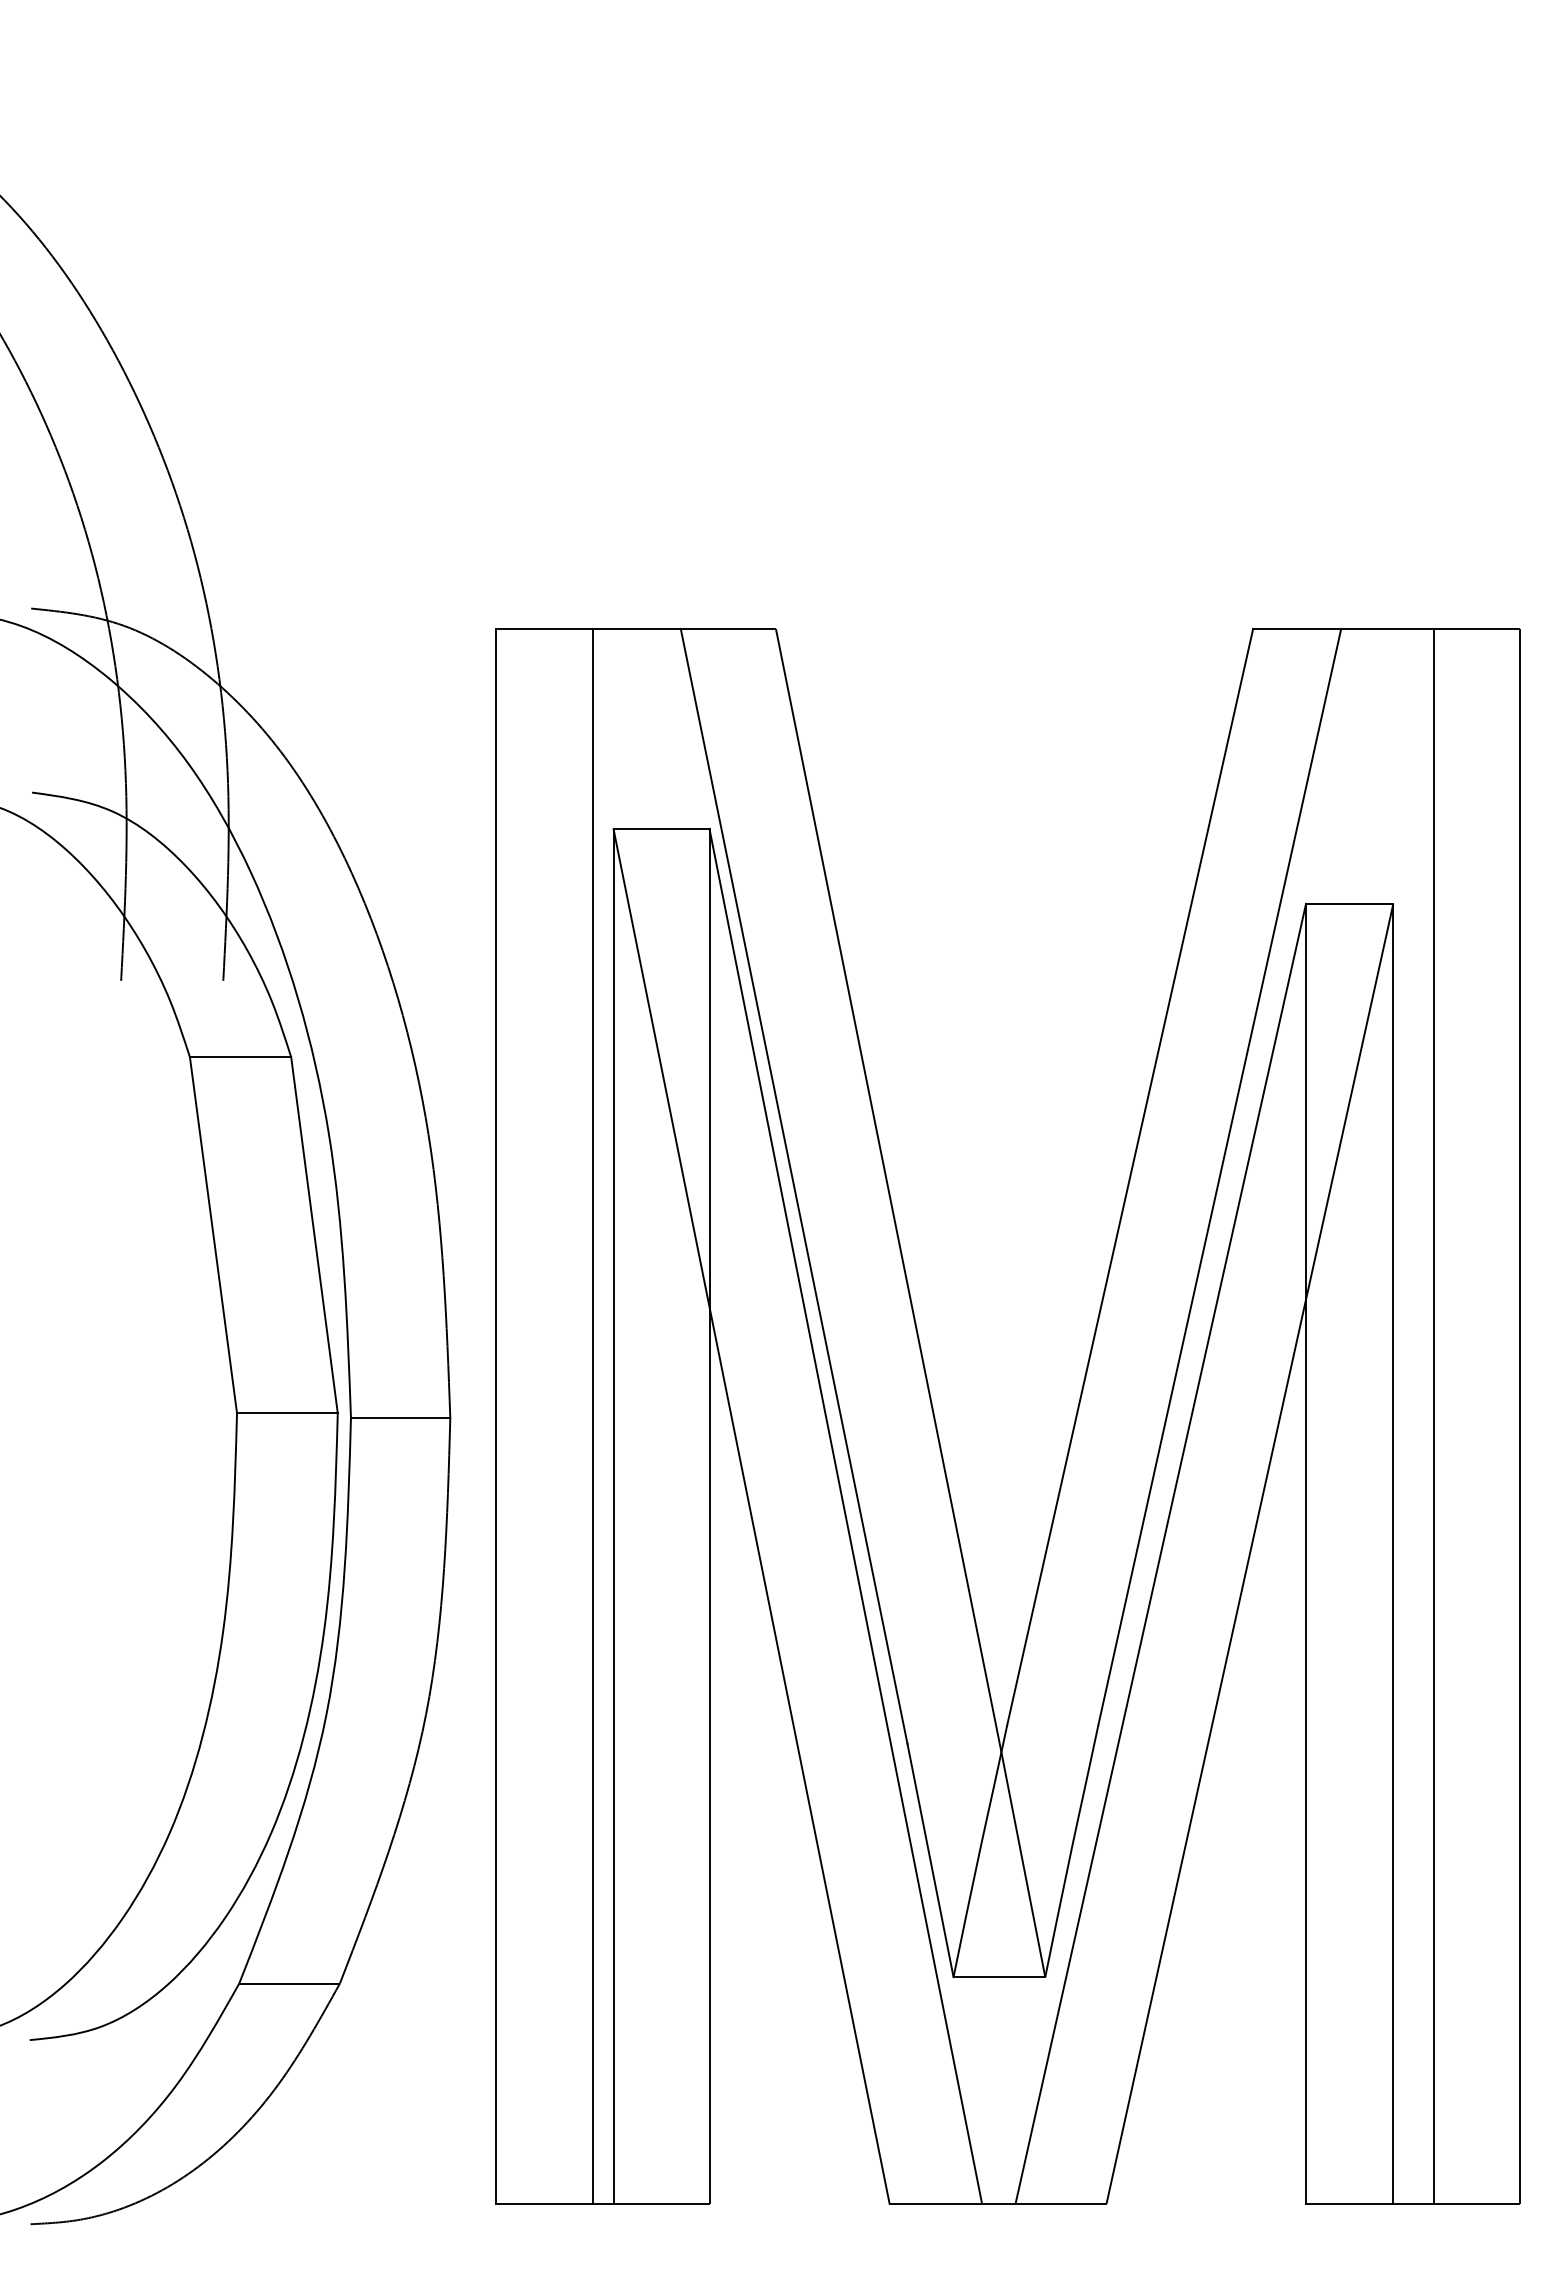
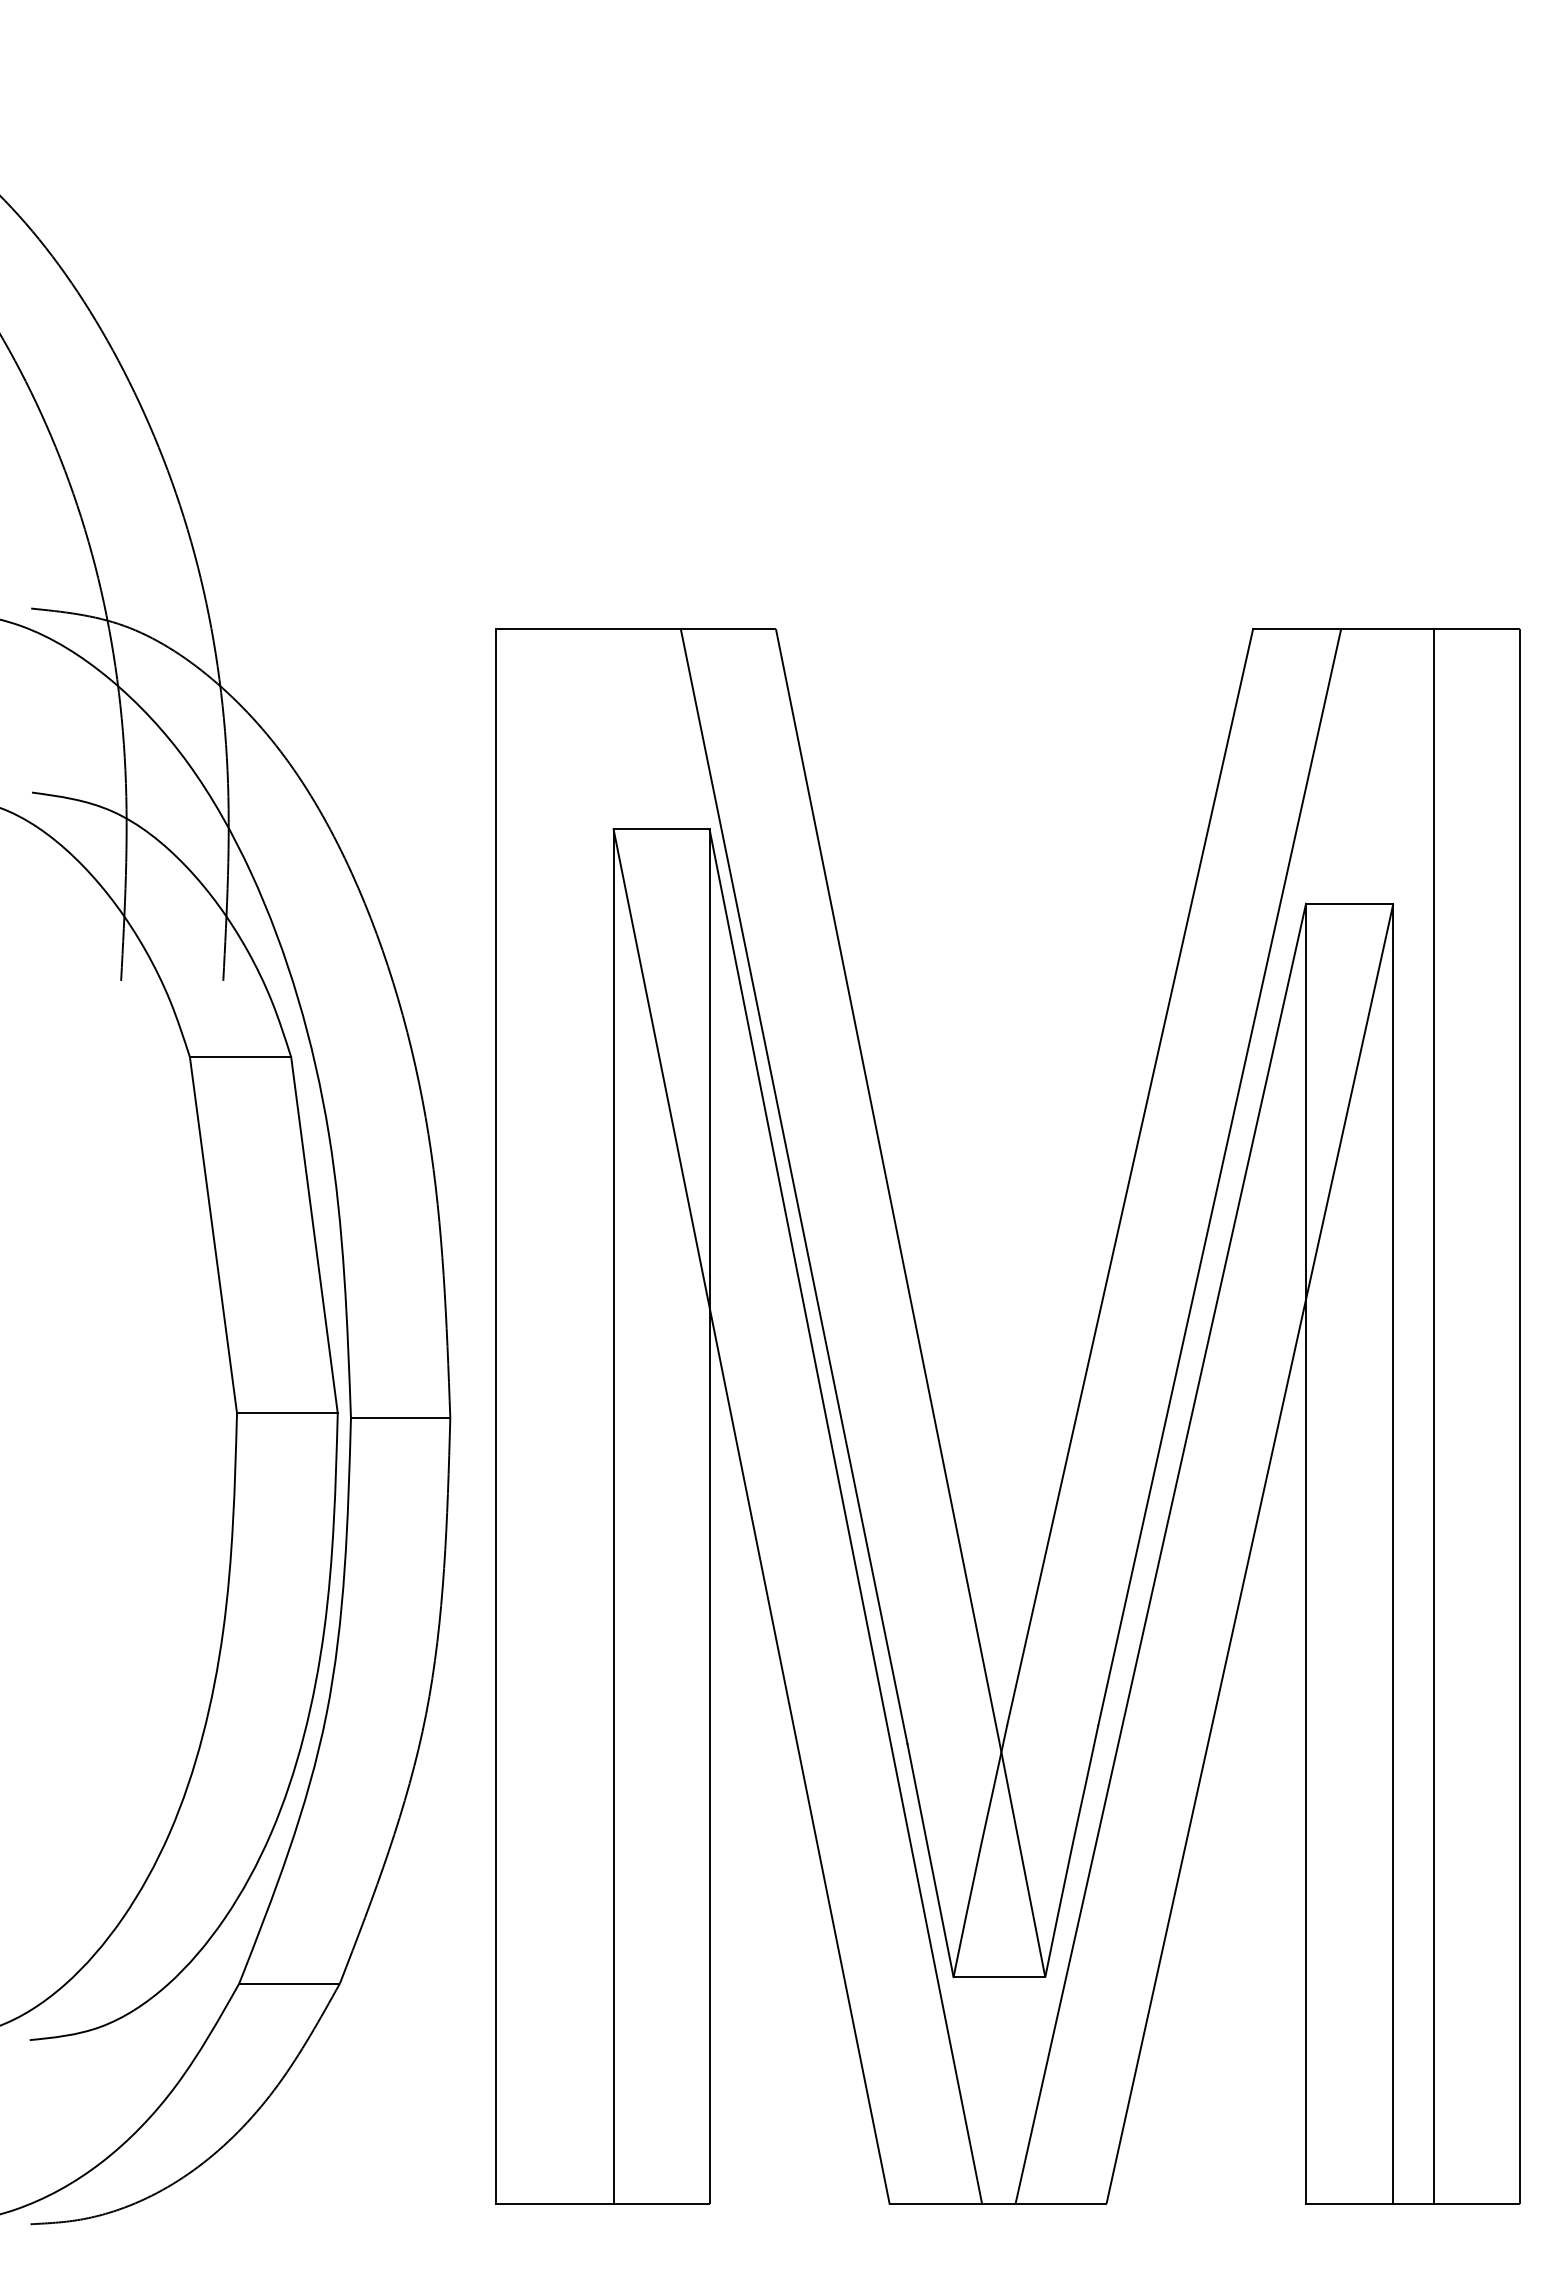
line at (593, 1416): present -> none
